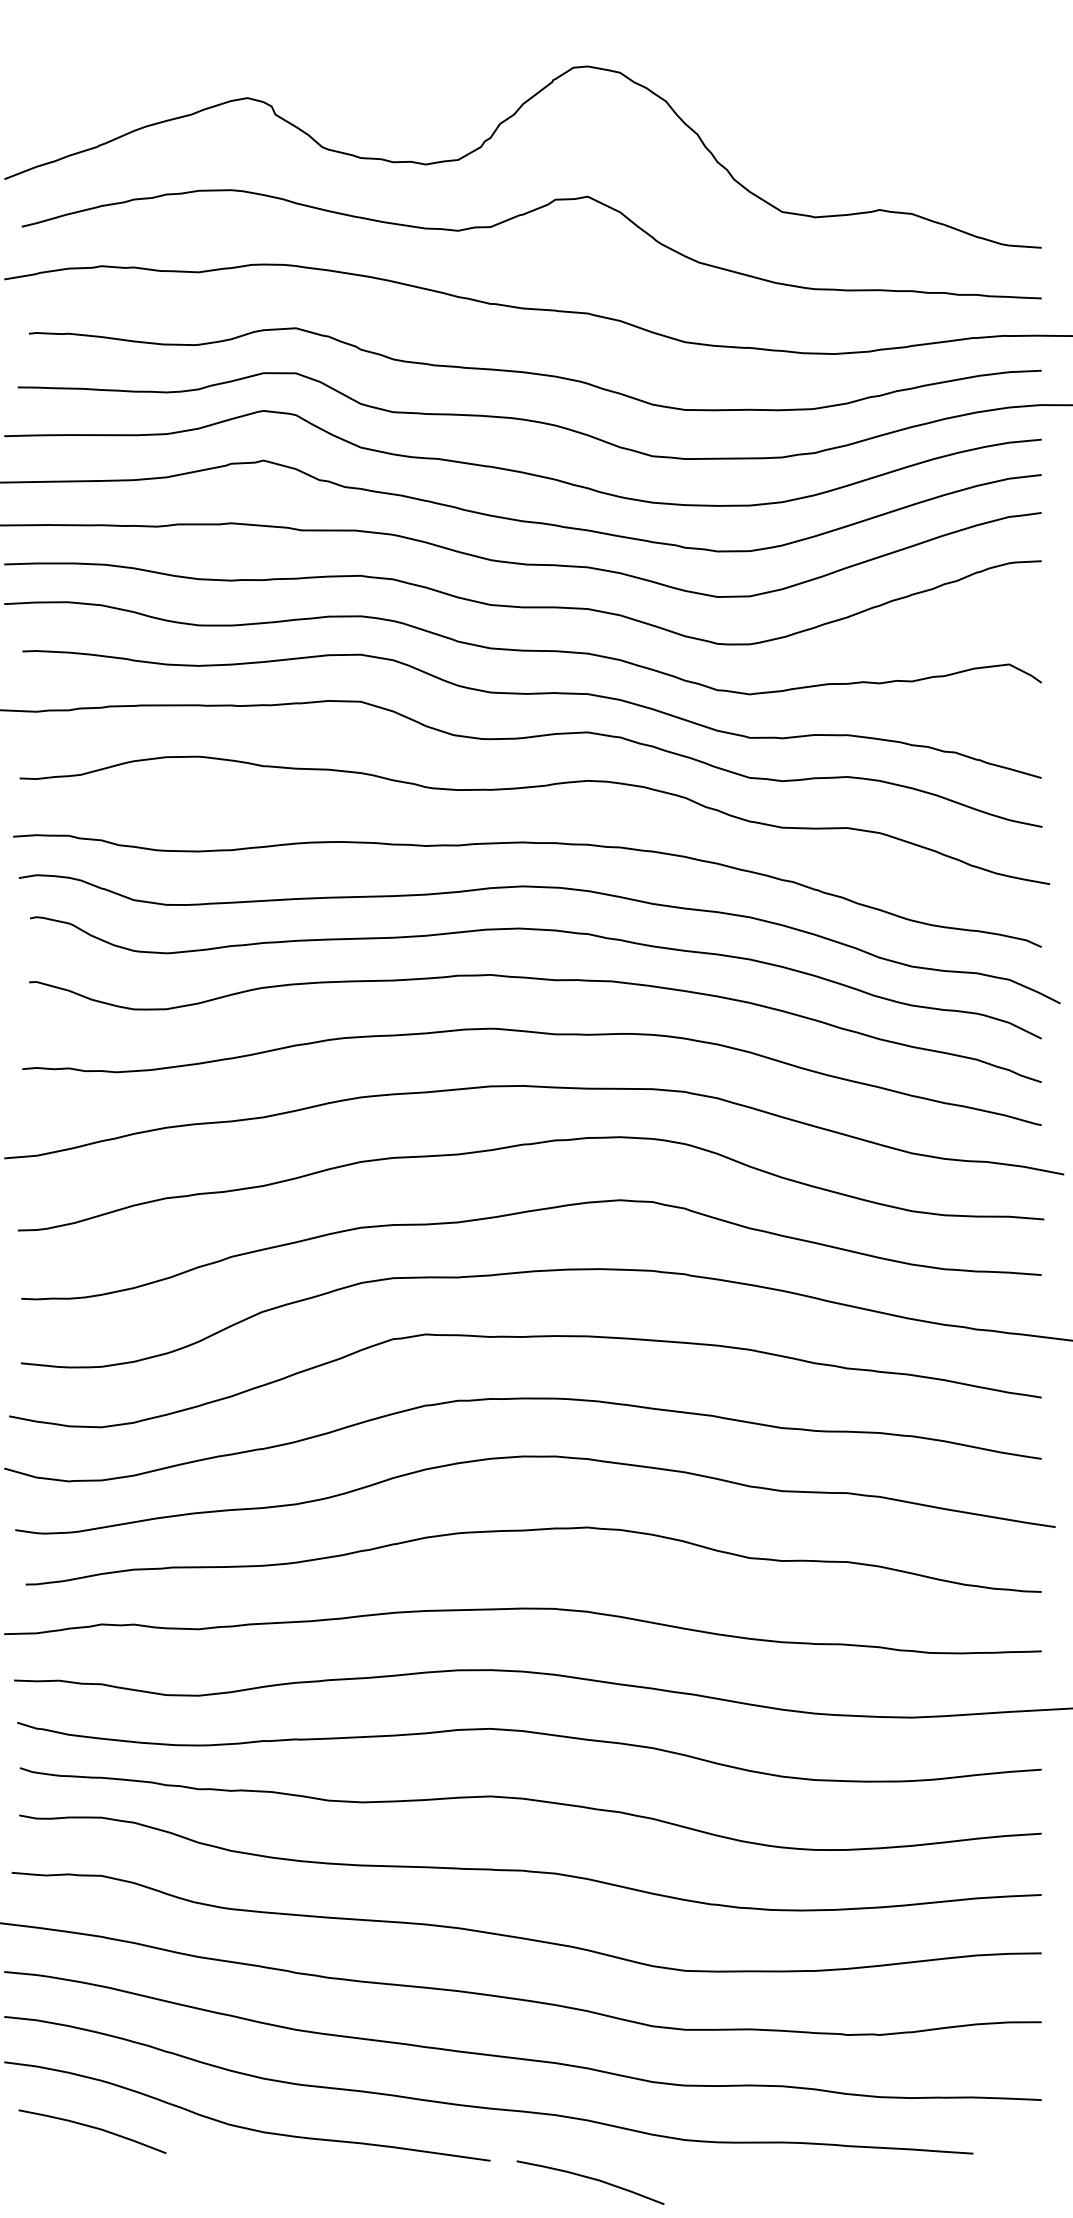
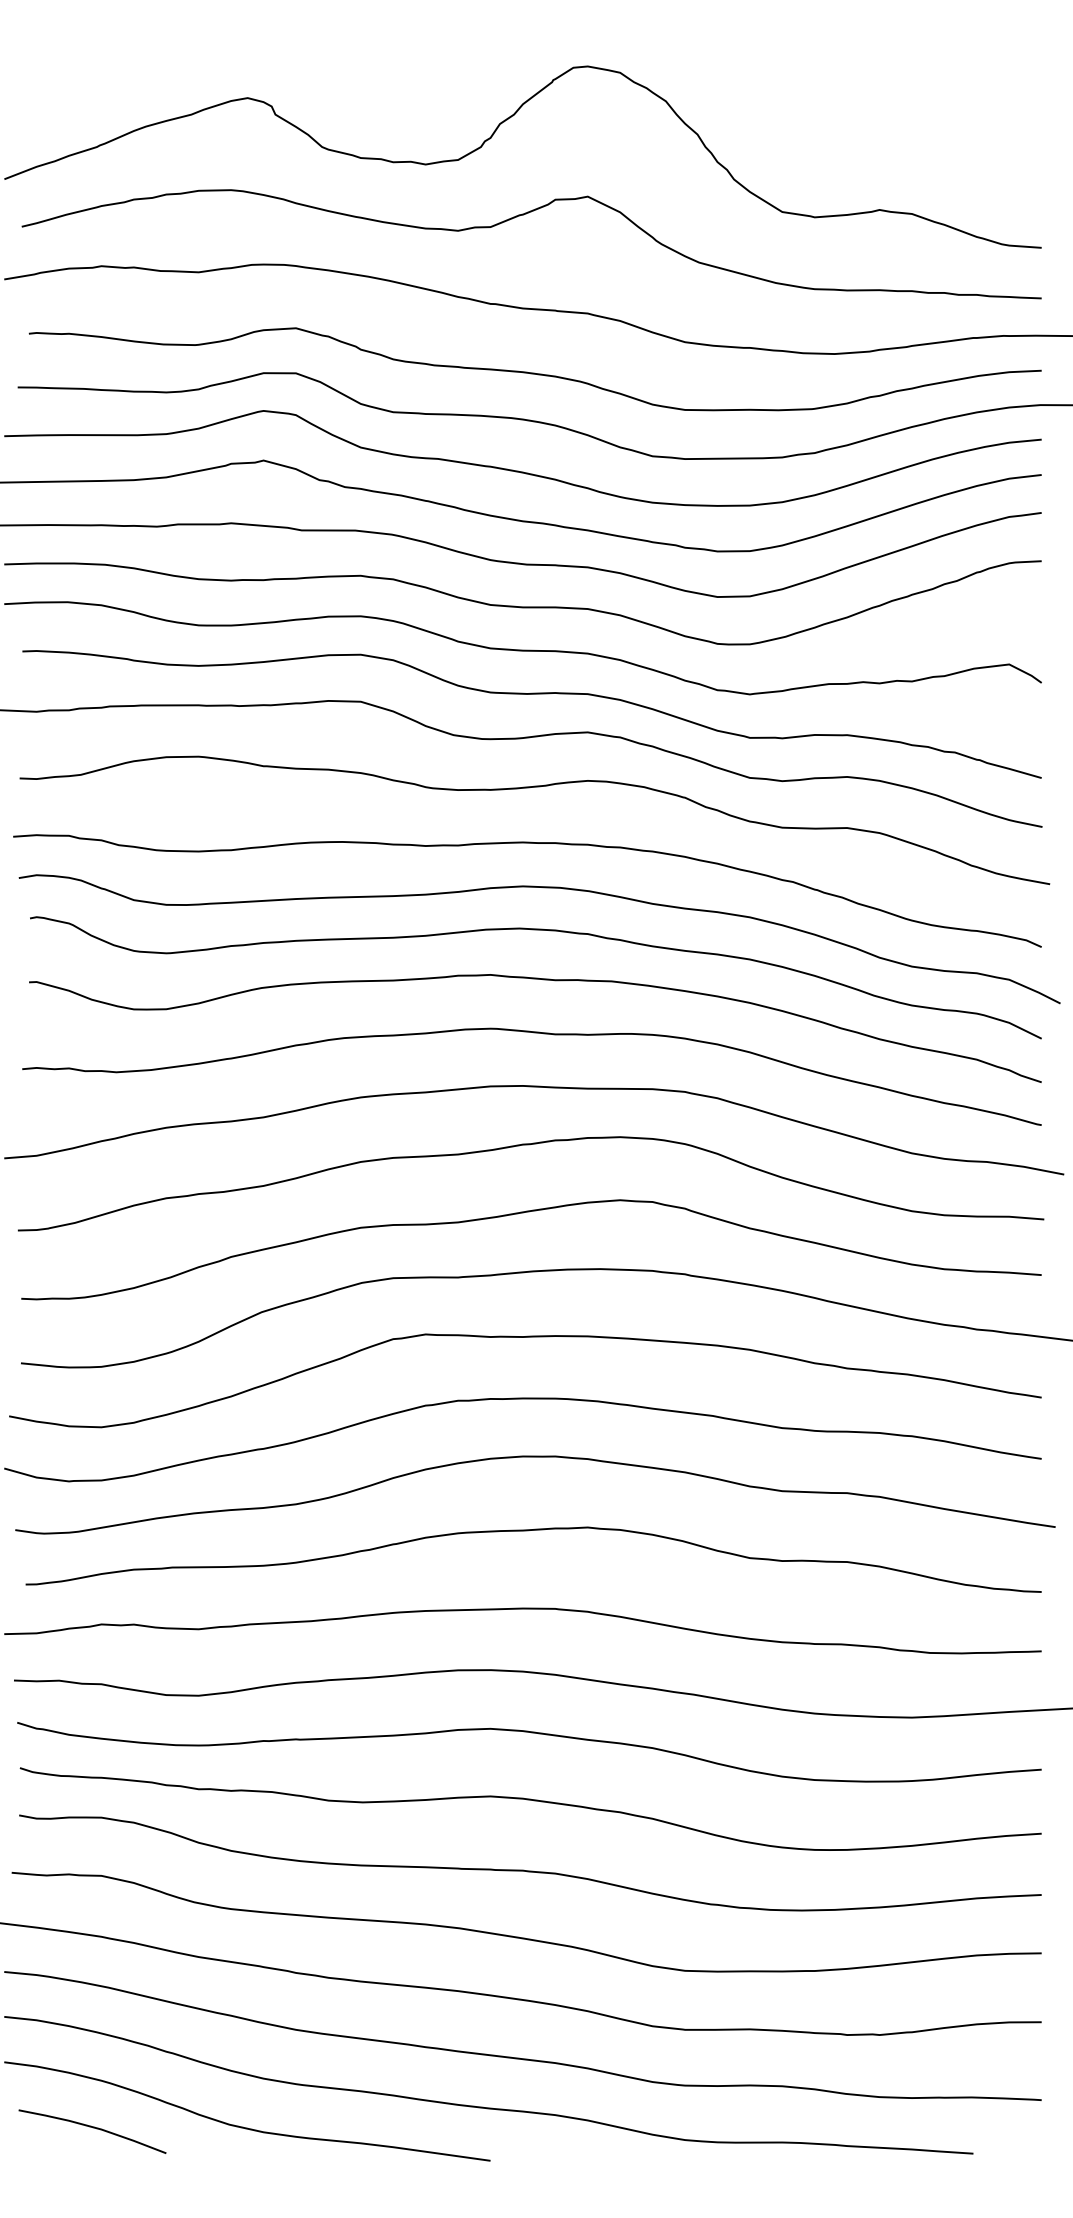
curve at (591, 2179): present -> none
